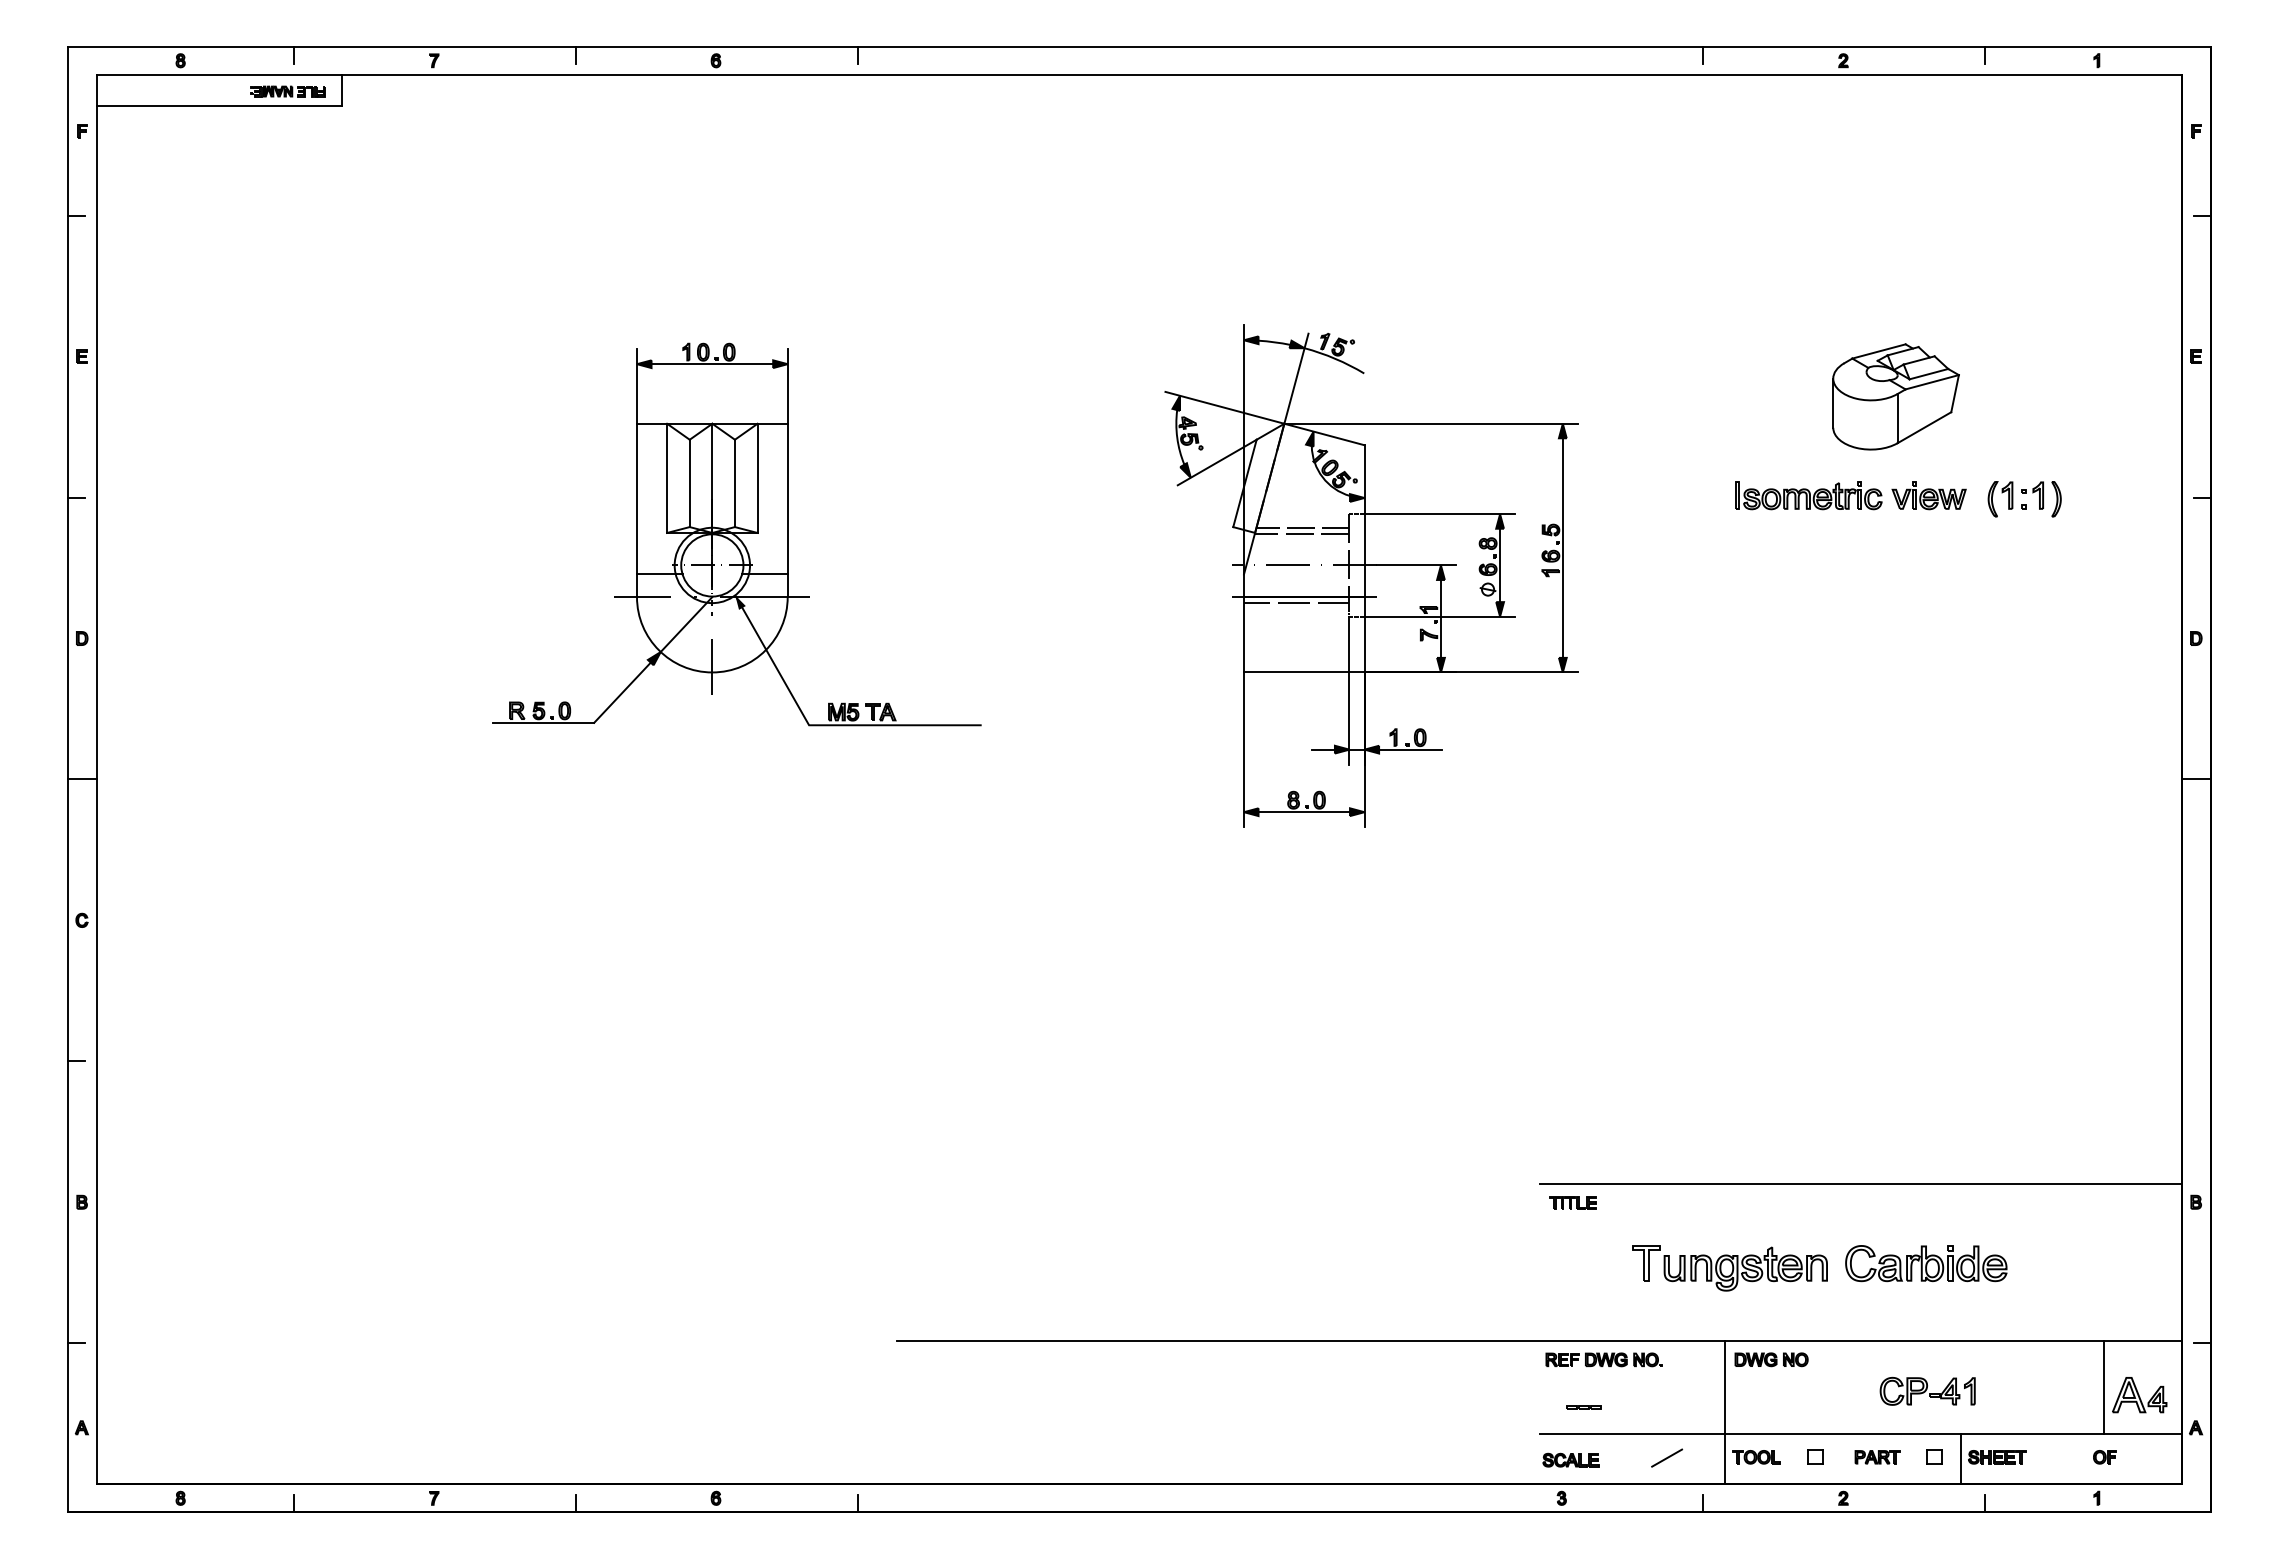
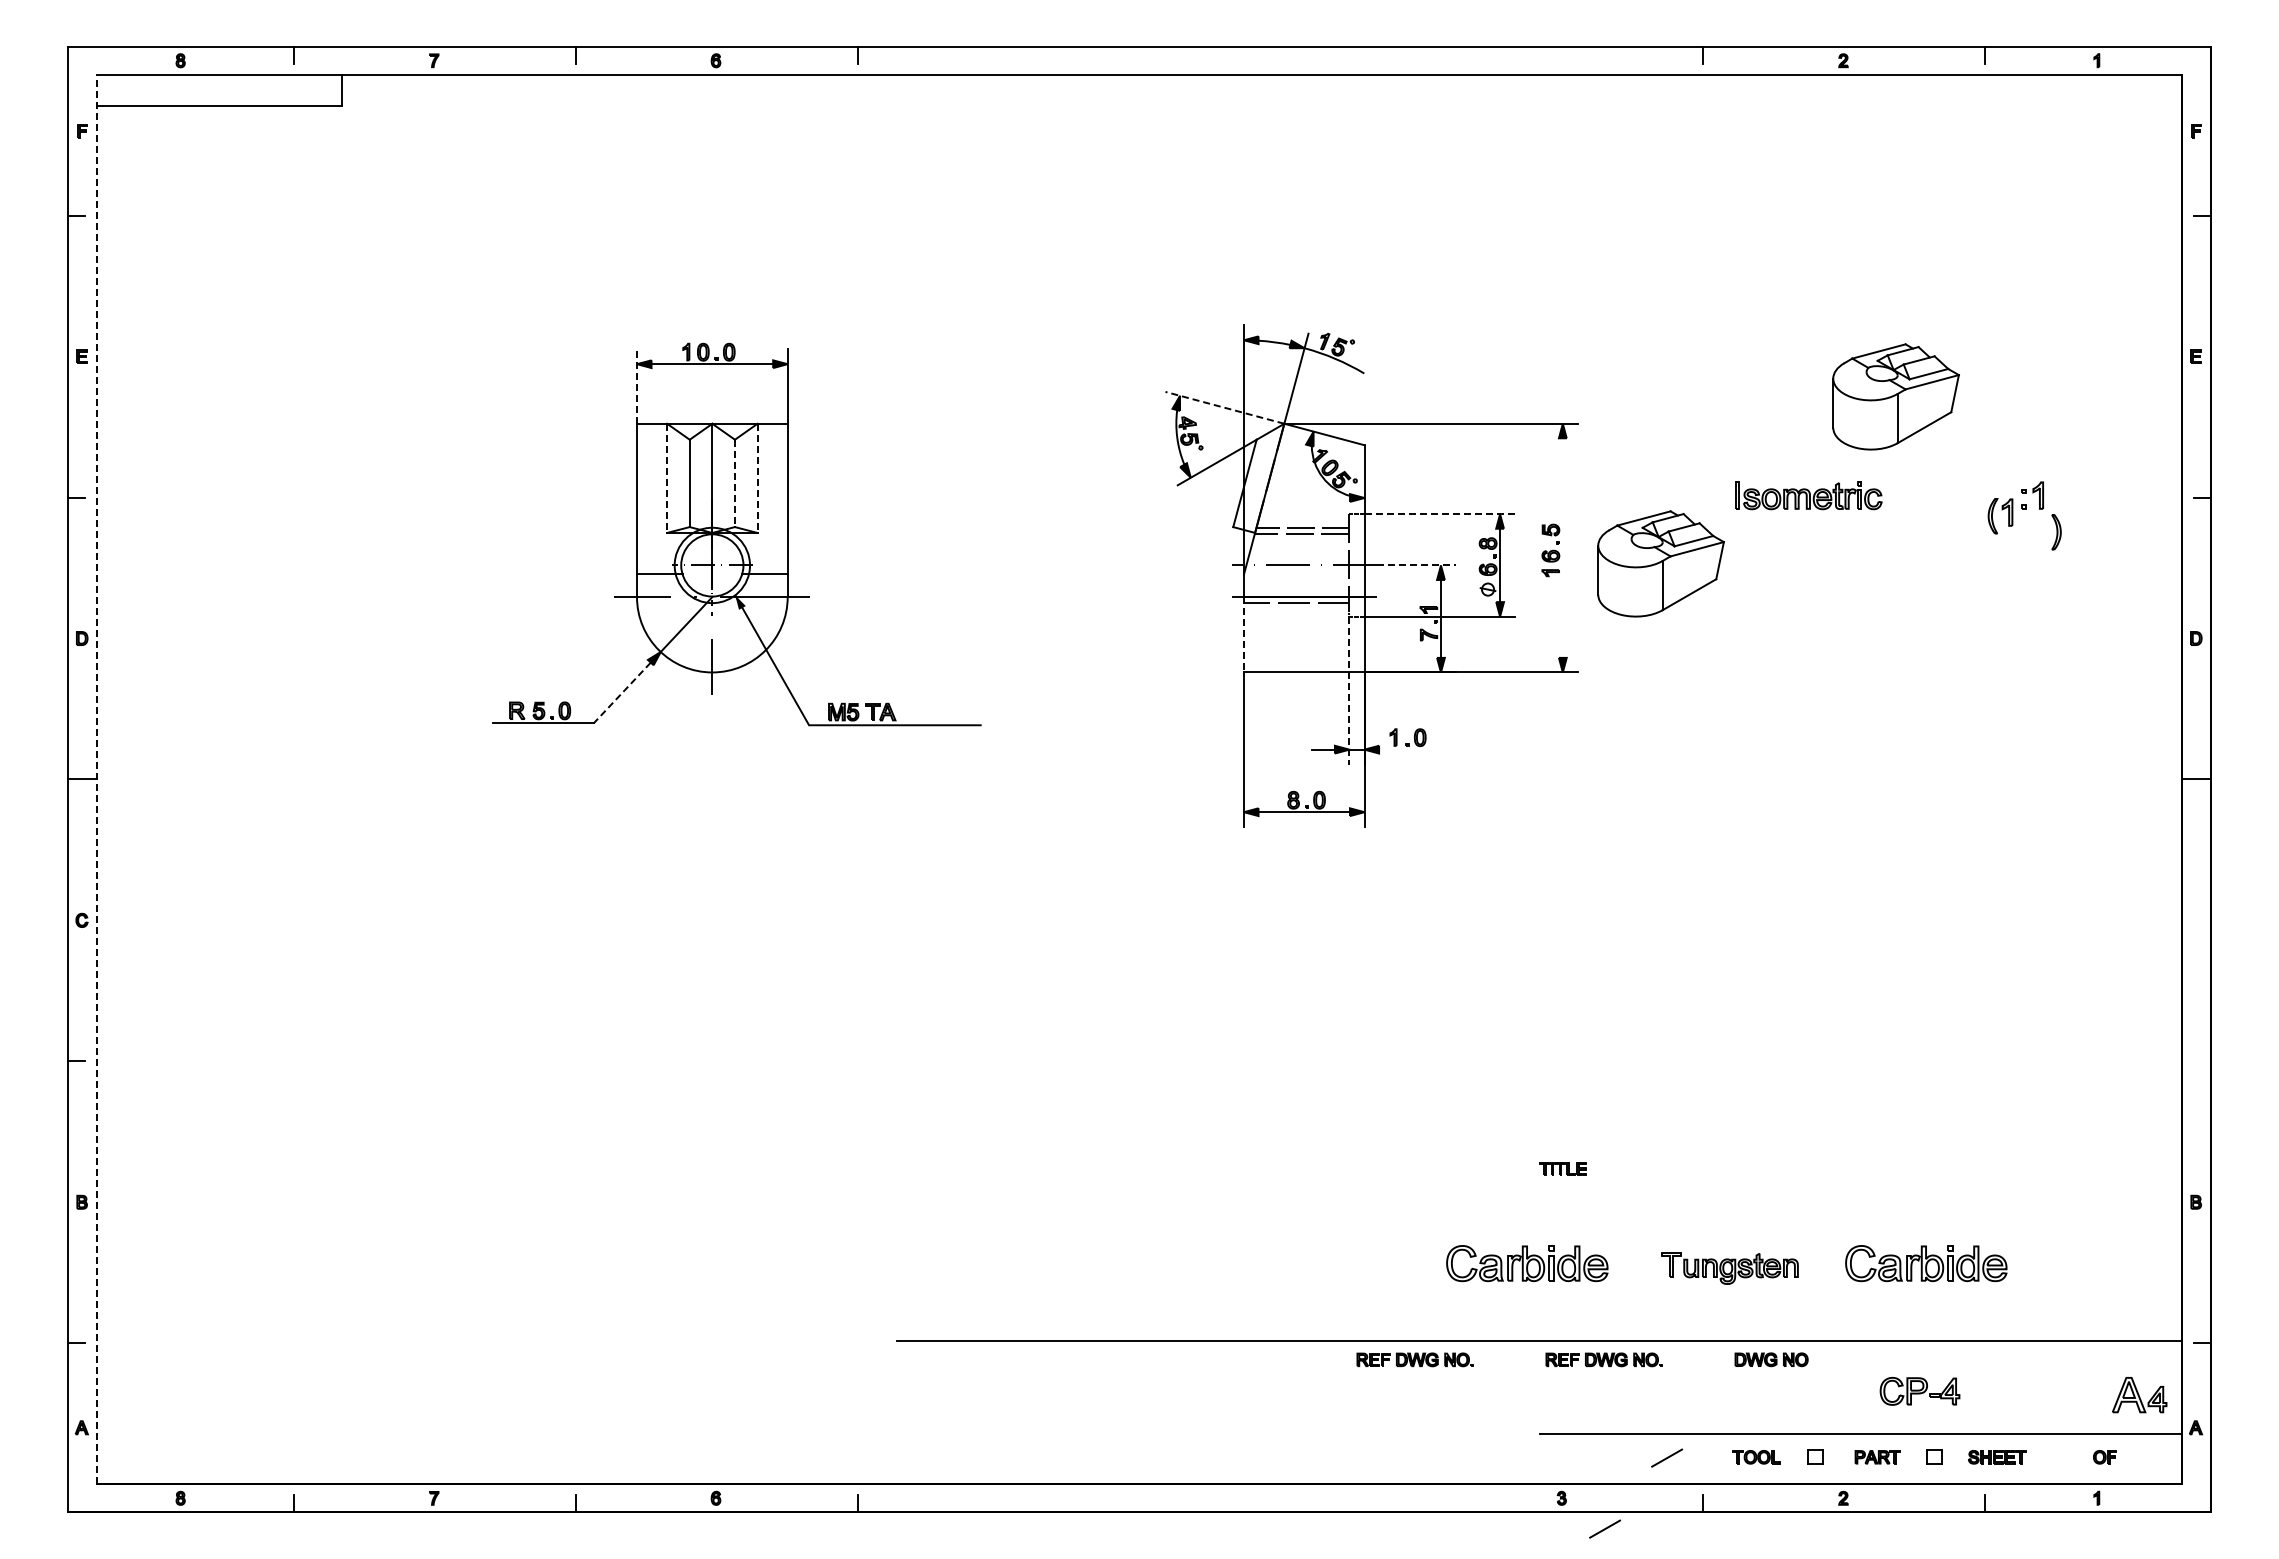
part at (287, 91): present -> none
line at (637, 385): solid -> dashed
line at (1224, 407): solid -> dashed
line at (667, 478): solid -> dashed
line at (757, 478): solid -> dashed
line at (734, 483): solid -> dashed
part at (2001, 493) position: (2001, 493) -> (2001, 510)
part at (1928, 495): present -> none
part at (2056, 499) position: (2056, 499) -> (2056, 532)
line at (1440, 514): solid -> dashed
line at (1562, 547): present -> none
part at (1660, 563): none -> present
line at (1416, 565): solid -> dashed
line at (1243, 634): solid -> dashed
line at (1349, 691): solid -> dashed
line at (622, 693): solid -> dashed
line at (1410, 749): present -> none
line at (96, 779): solid -> dashed
line at (1860, 1184): present -> none
part at (1572, 1202) position: (1572, 1202) -> (1562, 1168)
part at (1527, 1263): none -> present
part at (1729, 1268) size: 196x47 px -> 138x33 px
part at (1414, 1359): none -> present
line at (2103, 1387): present -> none
part at (1969, 1391): present -> none
line at (1583, 1406): present -> none
line at (1725, 1412): present -> none
part at (1570, 1459): present -> none
line at (1961, 1459): present -> none
line at (1605, 1528): none -> present
